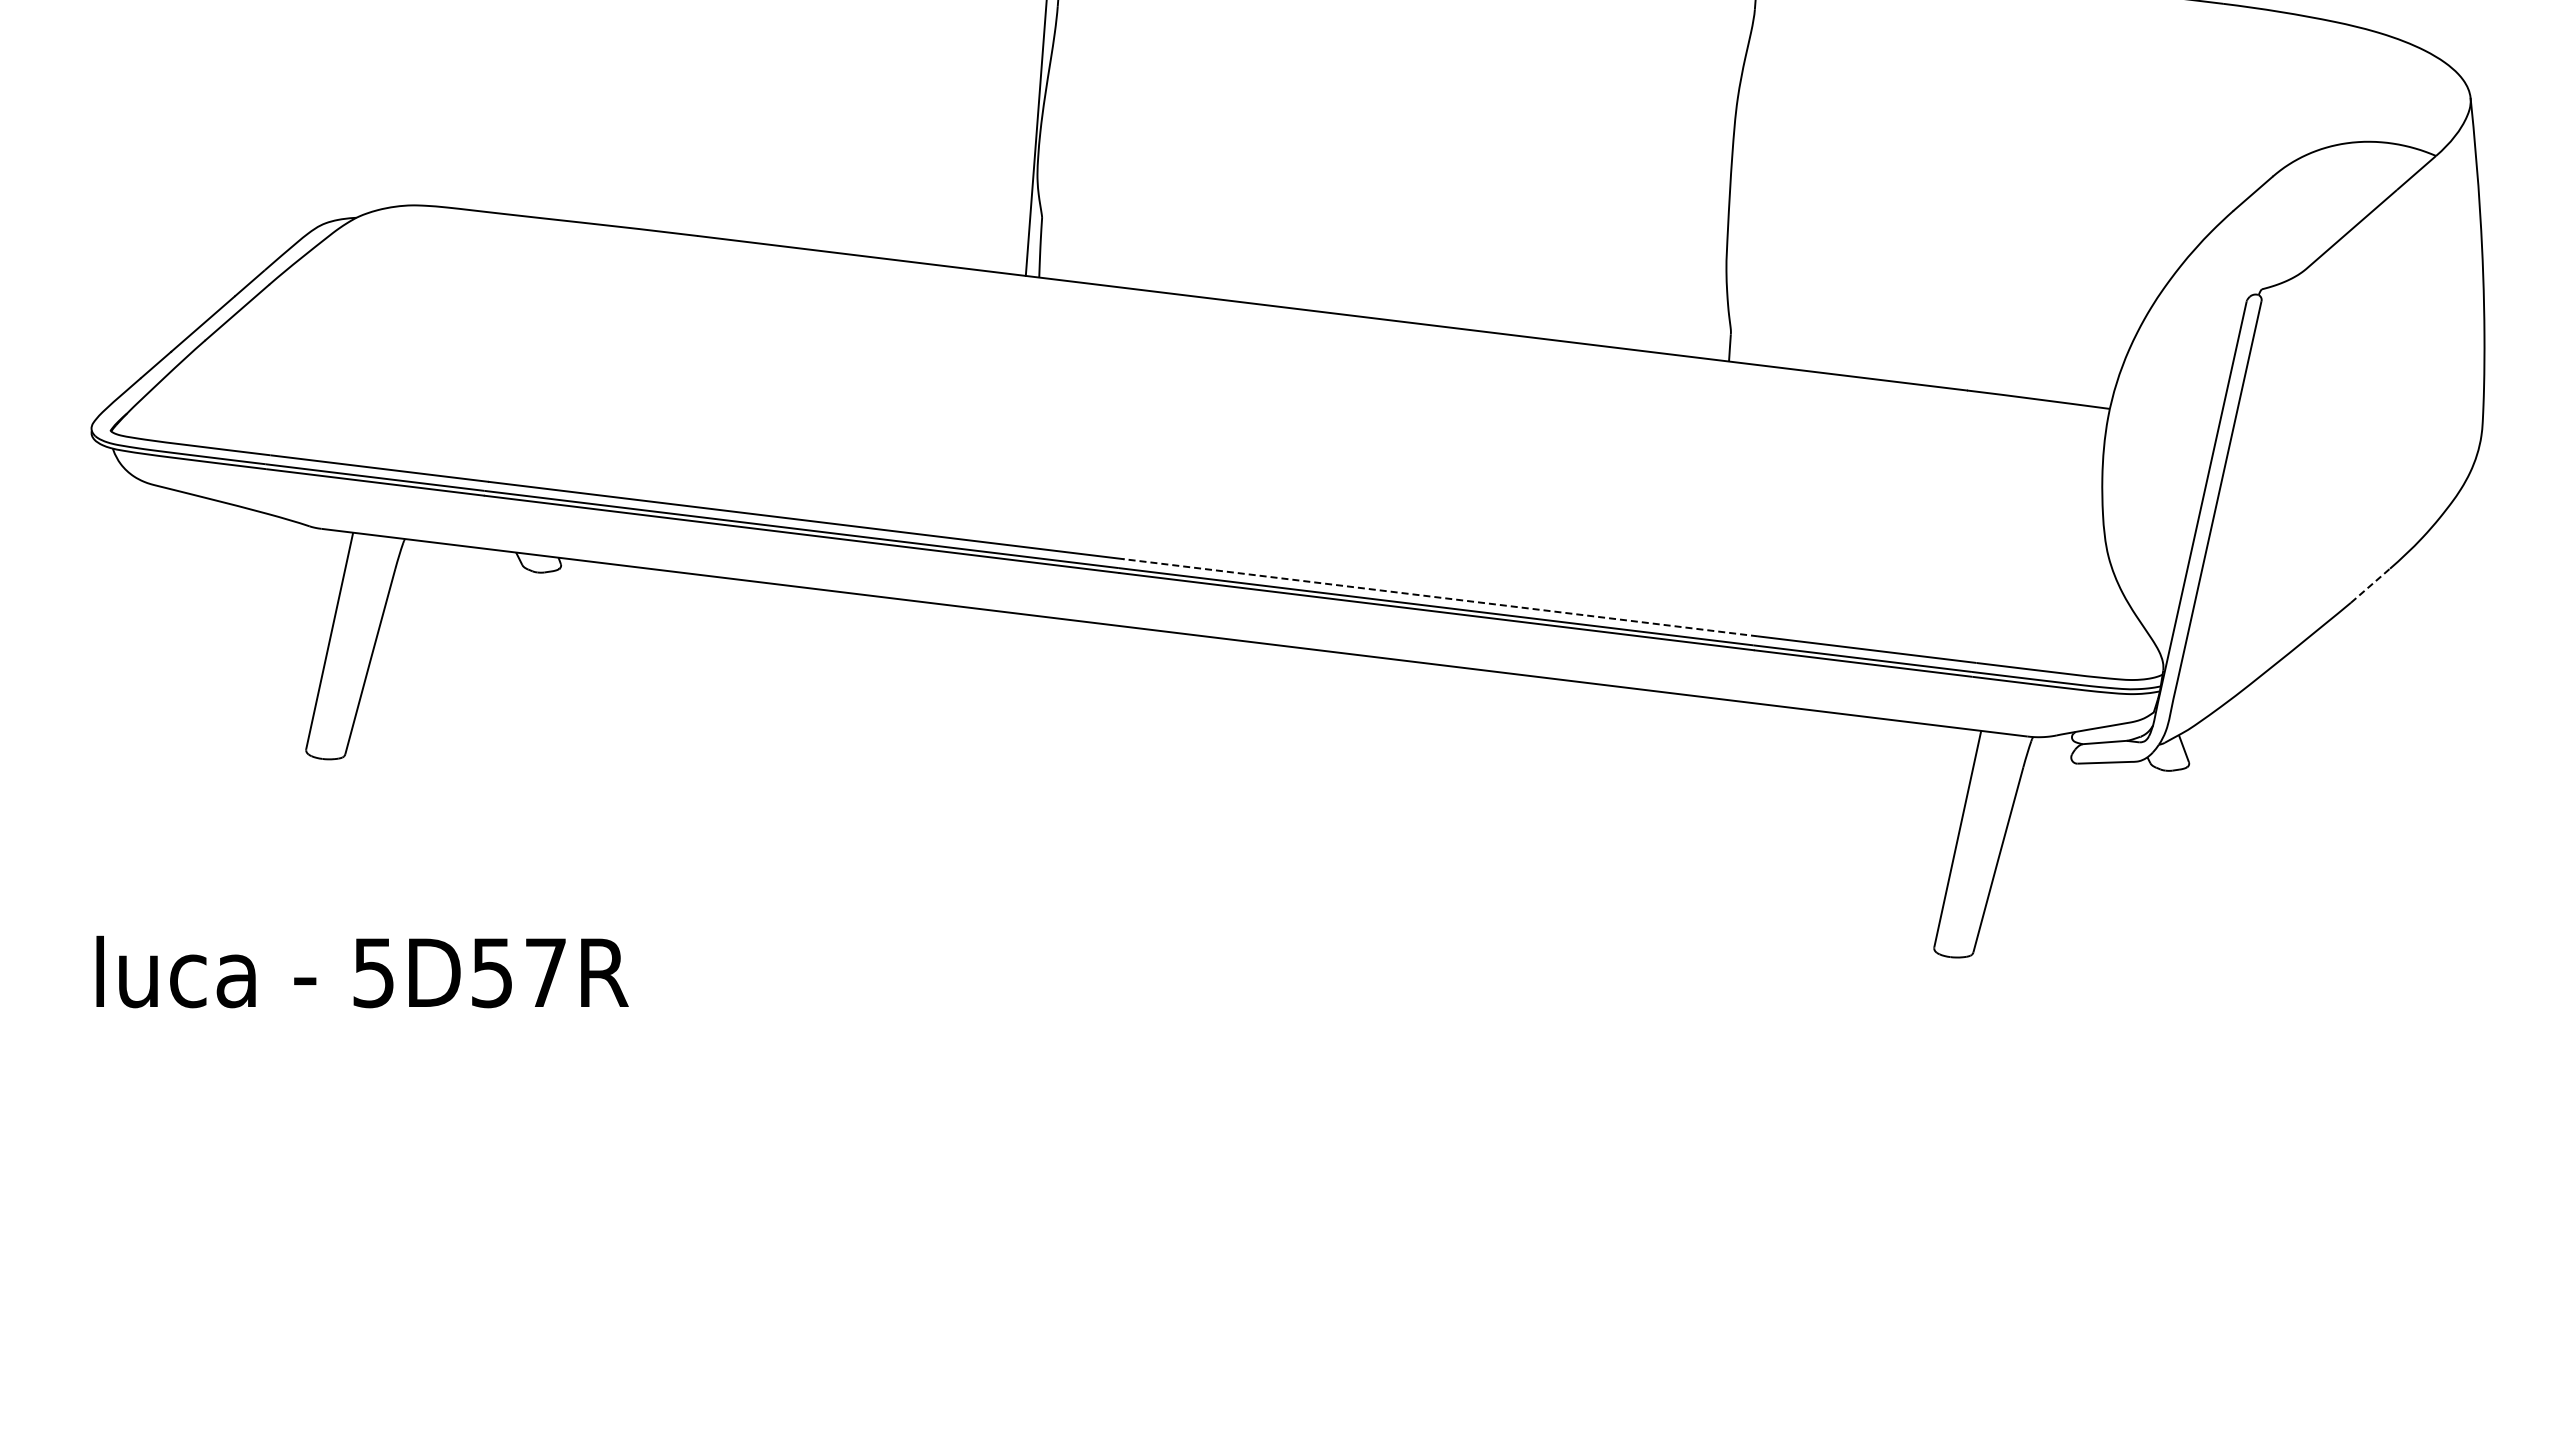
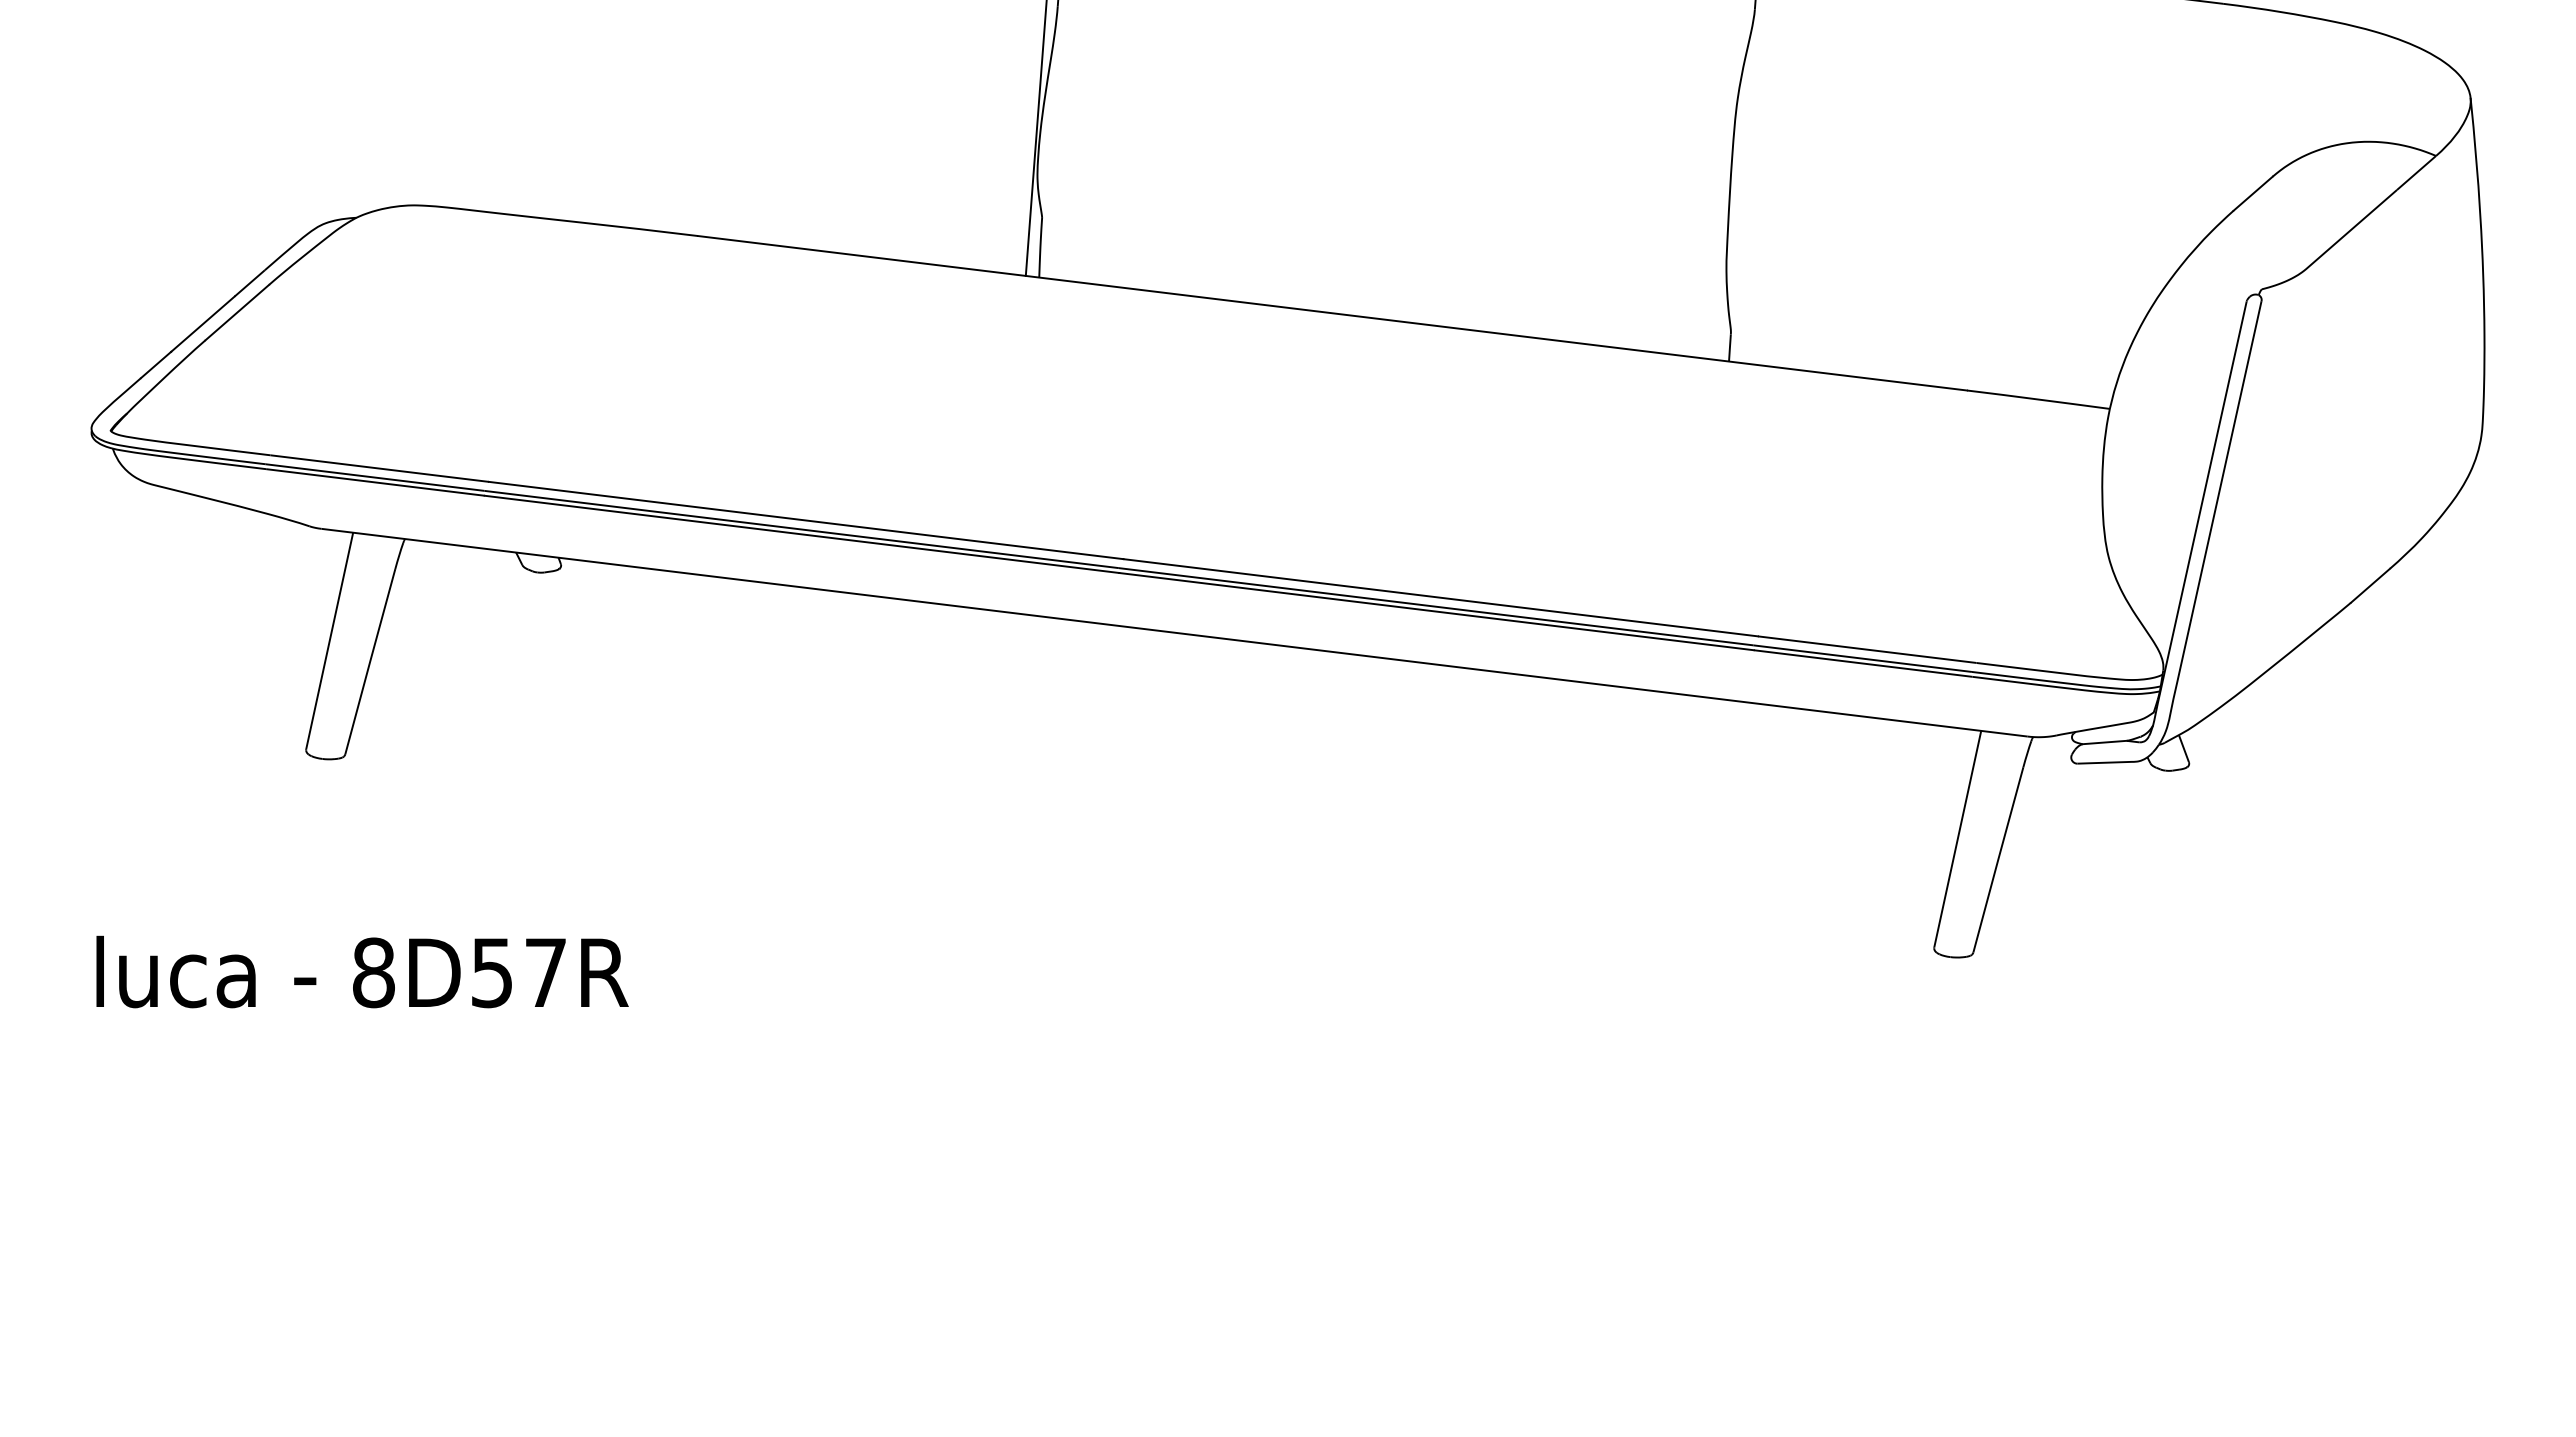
line at (2370, 585): dashed -> solid
line at (1440, 597): dashed -> solid
text at (373, 972): 5D57R -> 8D57R
